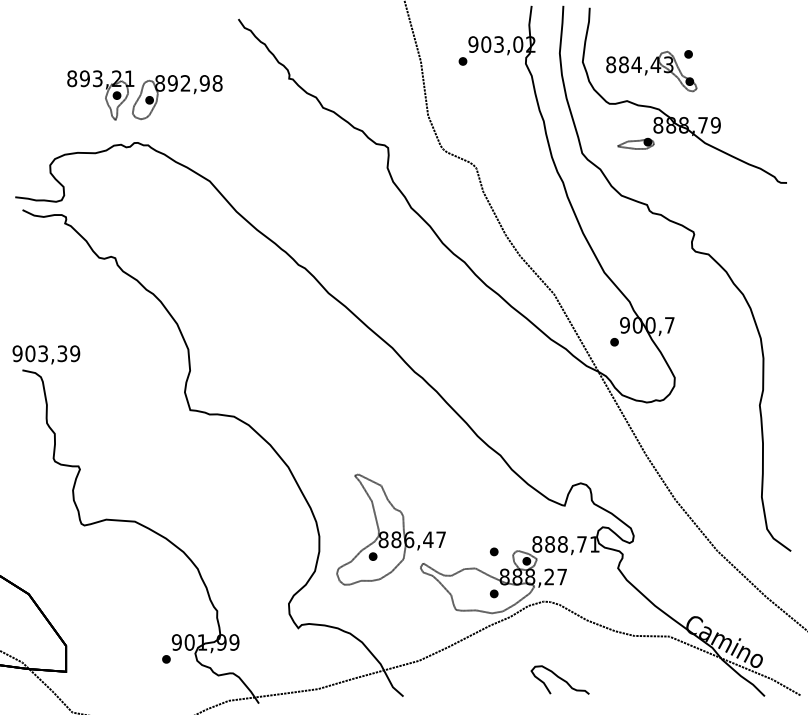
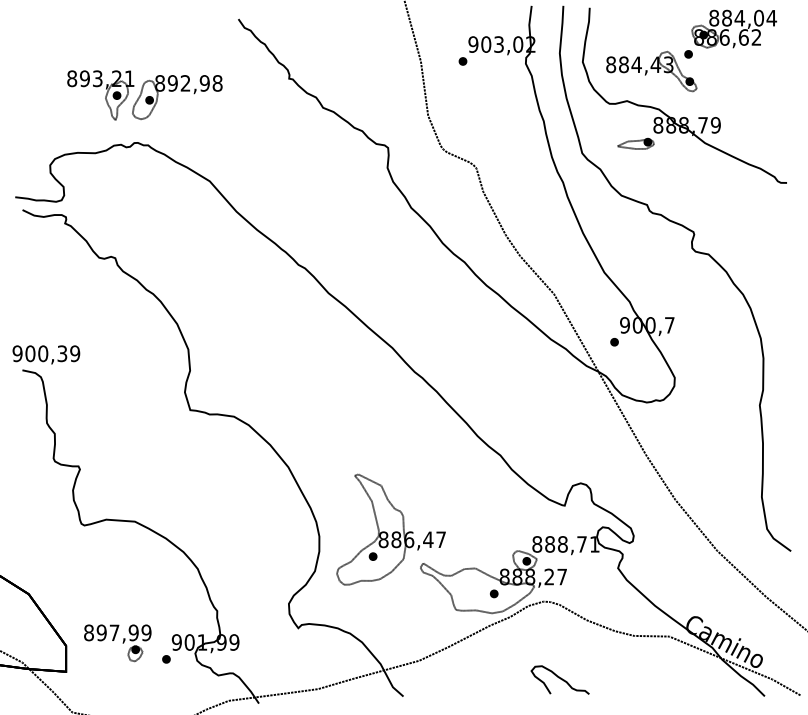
part at (734, 28): none -> present
text at (43, 353): 903,39 -> 900,39
part at (494, 551): present -> none
part at (117, 643): none -> present
